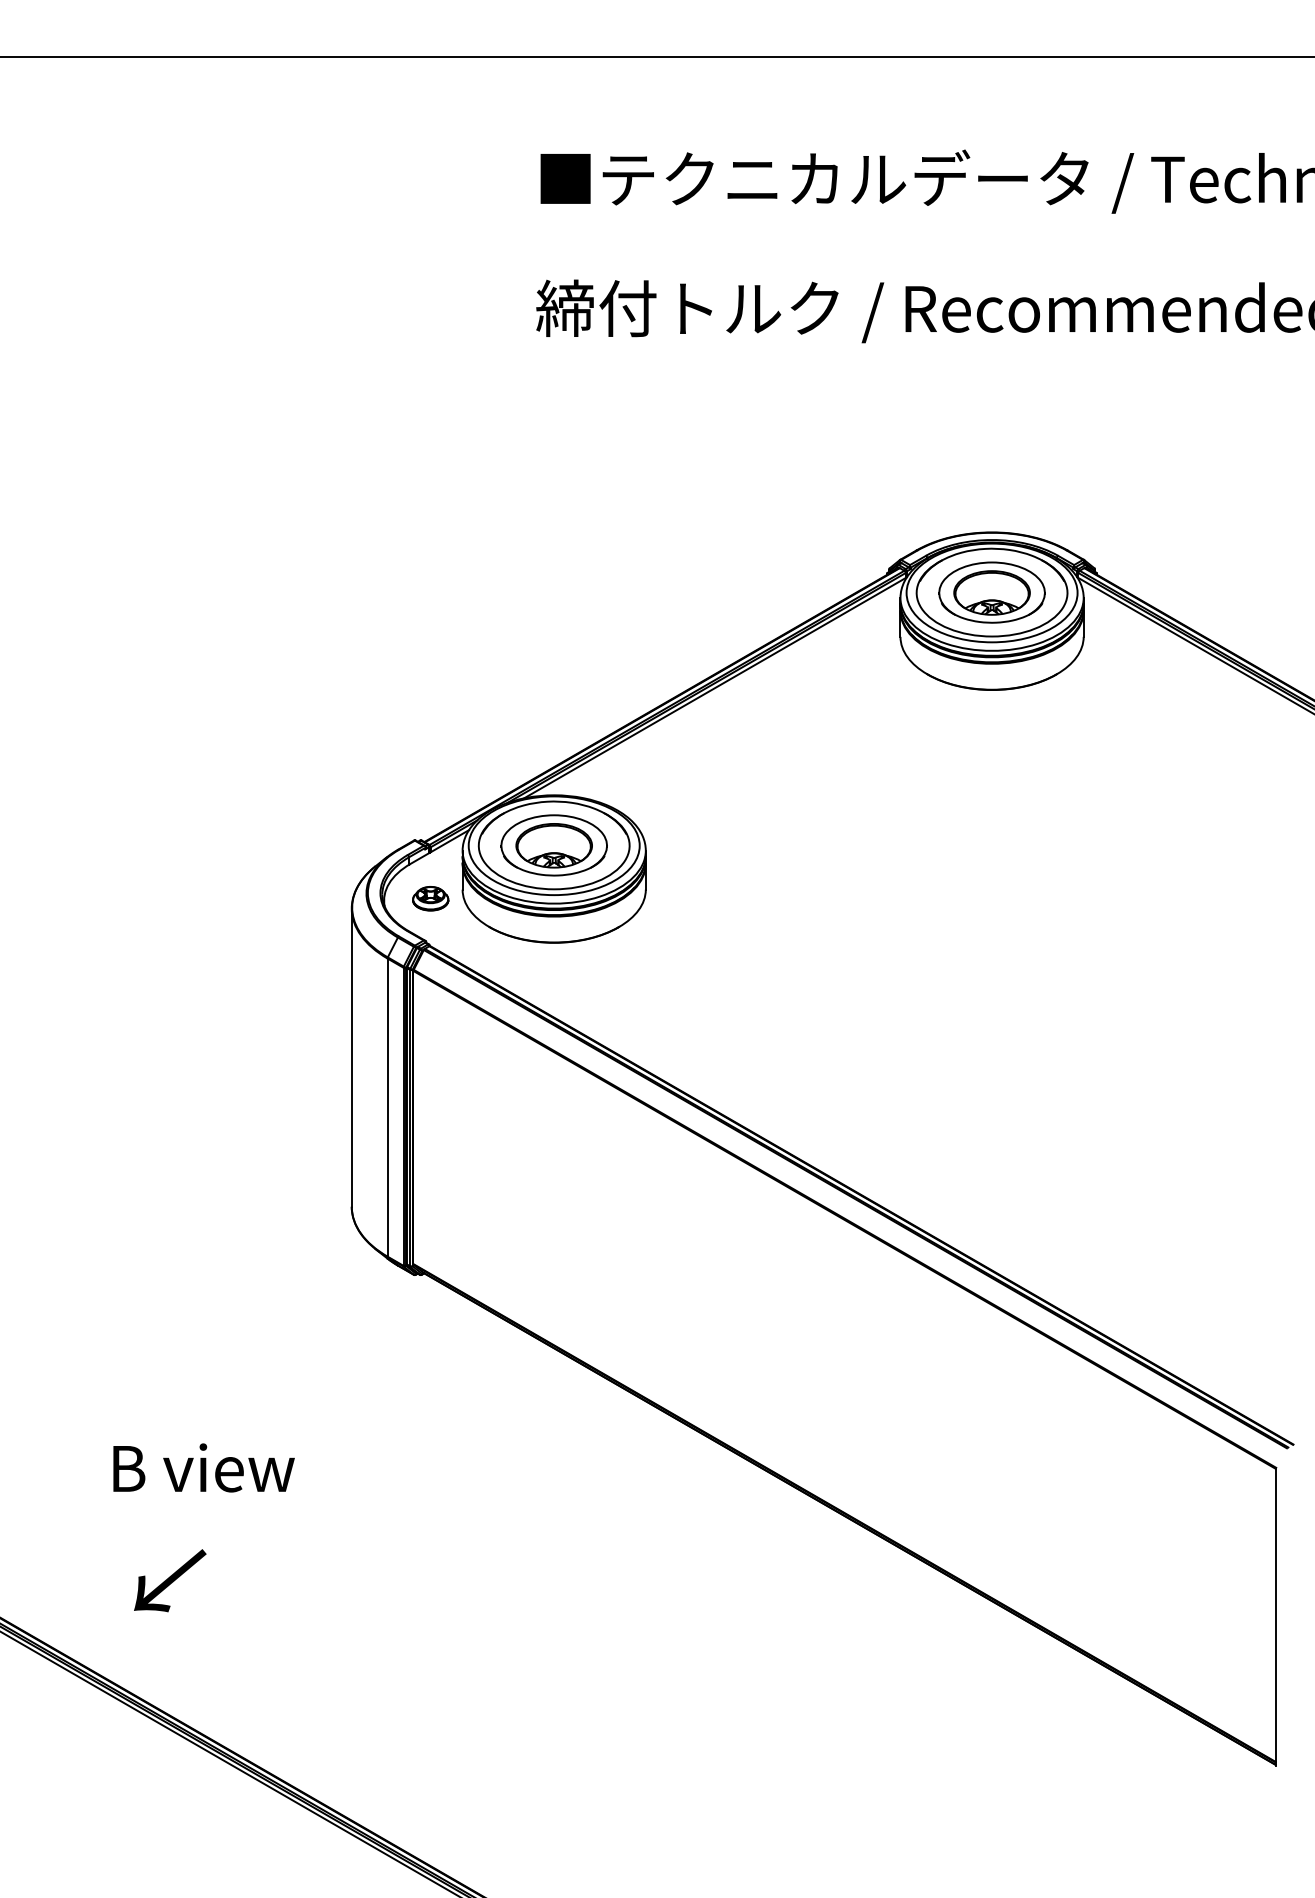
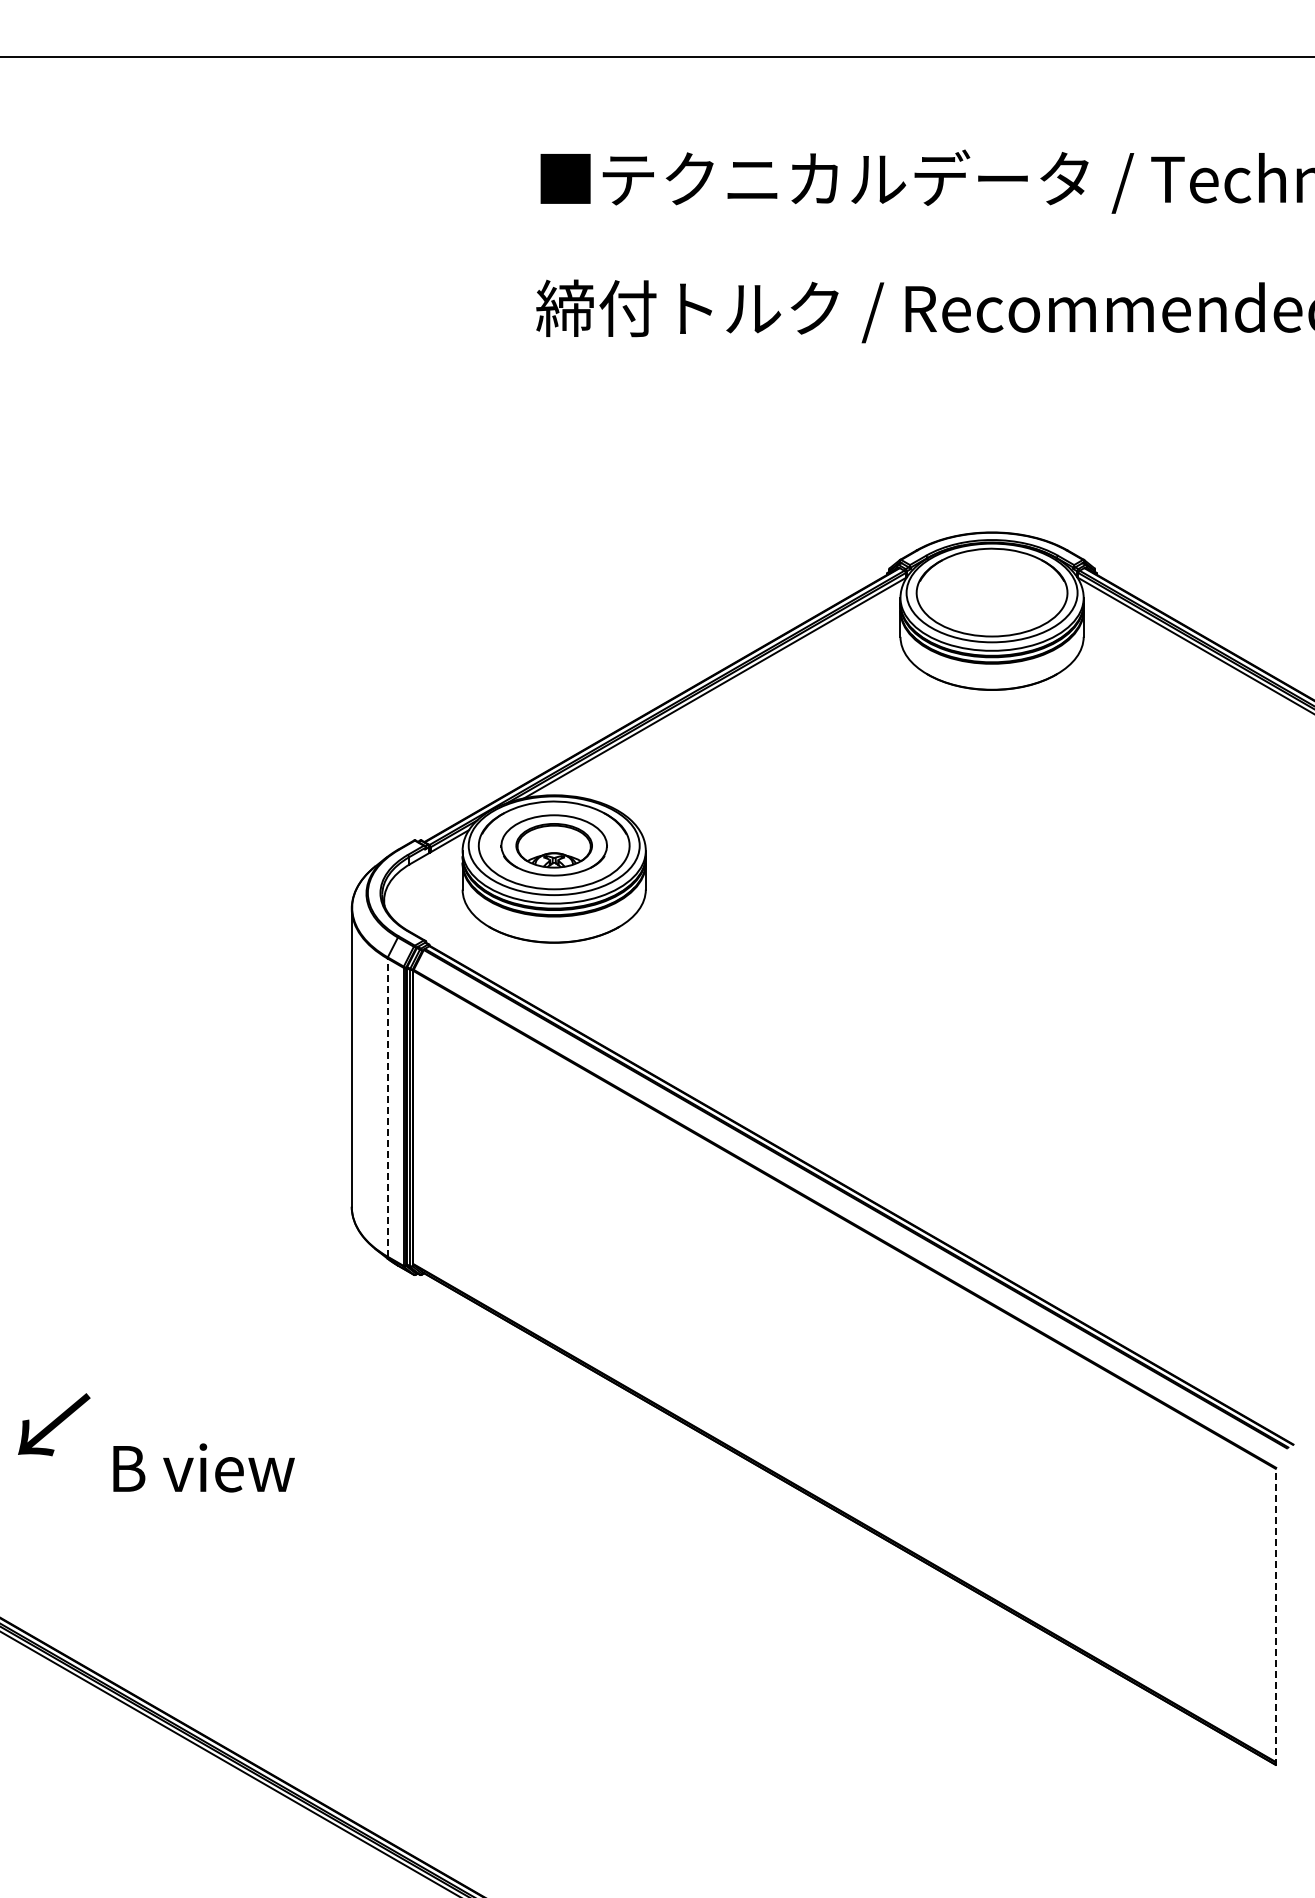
part at (991, 592): present -> none
part at (430, 898): present -> none
line at (387, 1107): solid -> dashed
text at (170, 1580) position: (170, 1580) -> (54, 1424)
line at (1275, 1616): solid -> dashed
